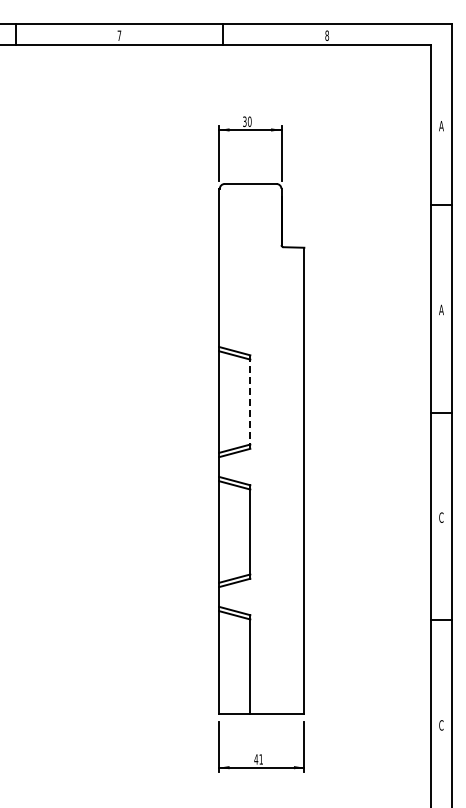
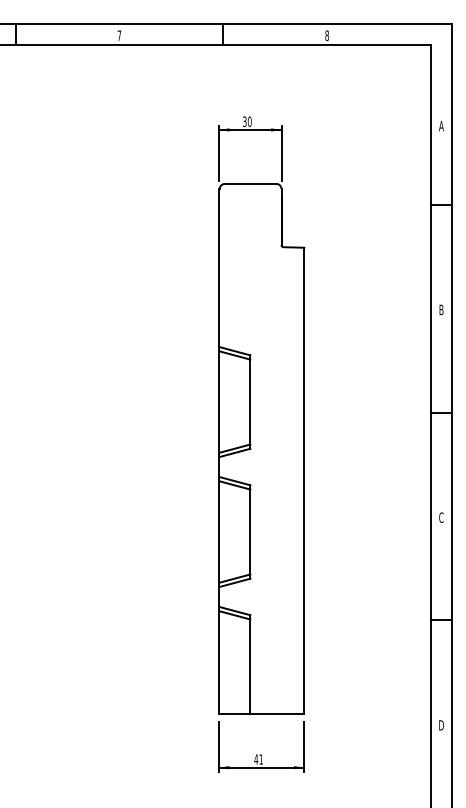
text at (441, 309): A -> B
line at (250, 402): dashed -> solid
text at (441, 725): C -> D
